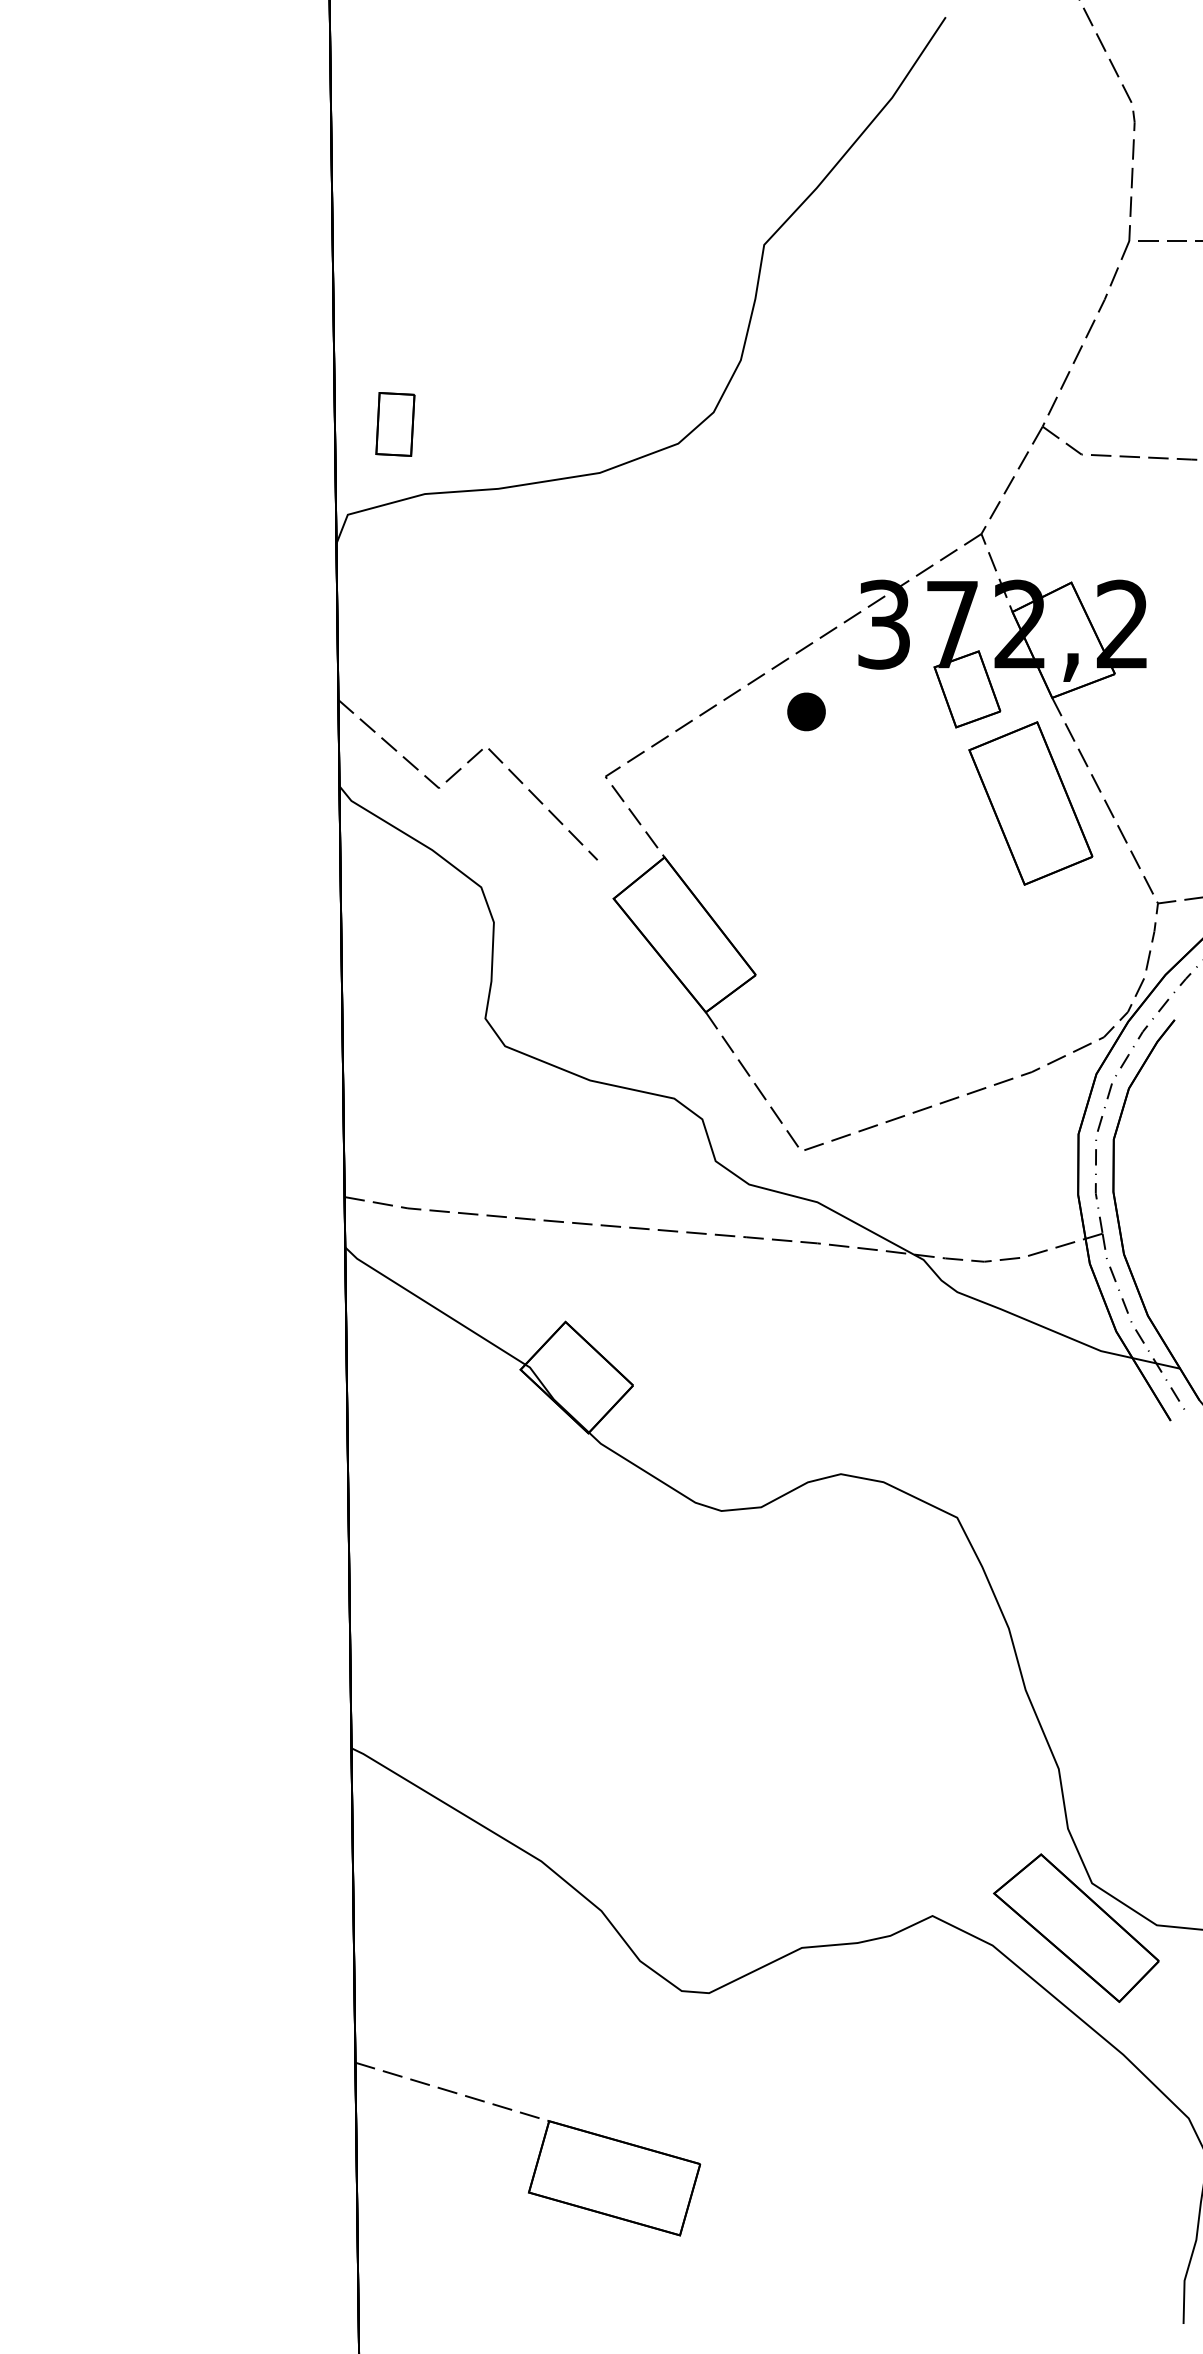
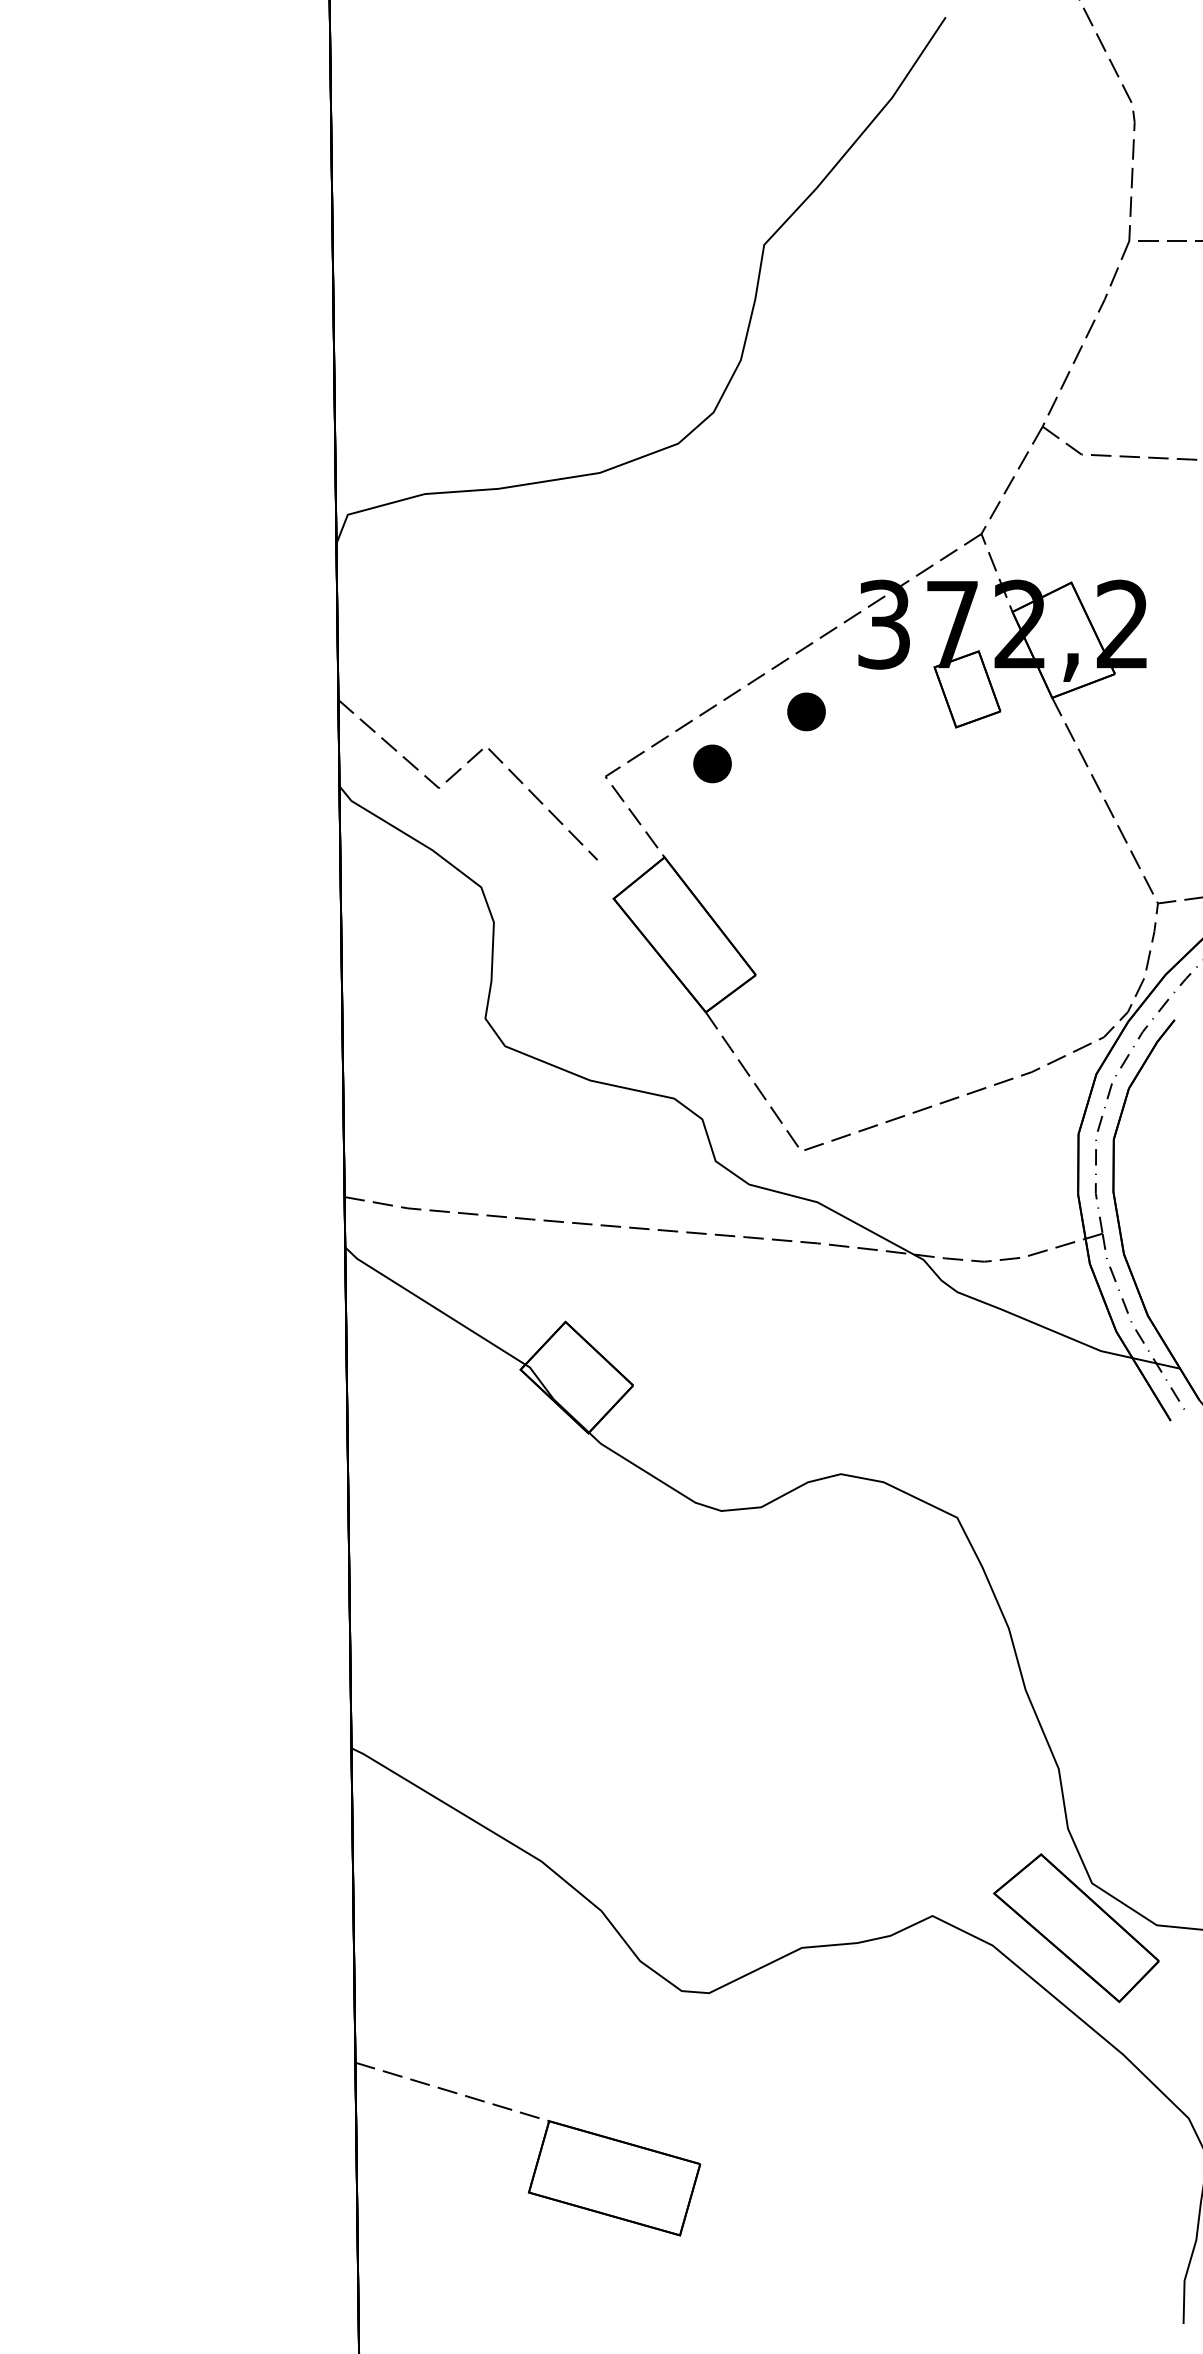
part at (395, 424): present -> none
part at (712, 763): none -> present
part at (1030, 803): present -> none
